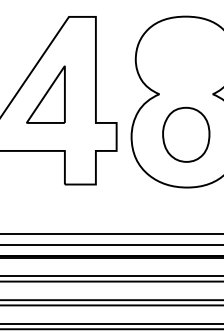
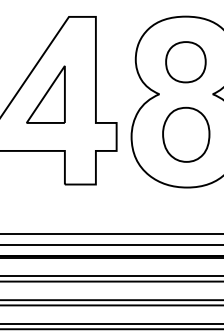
part at (185, 62): none -> present
